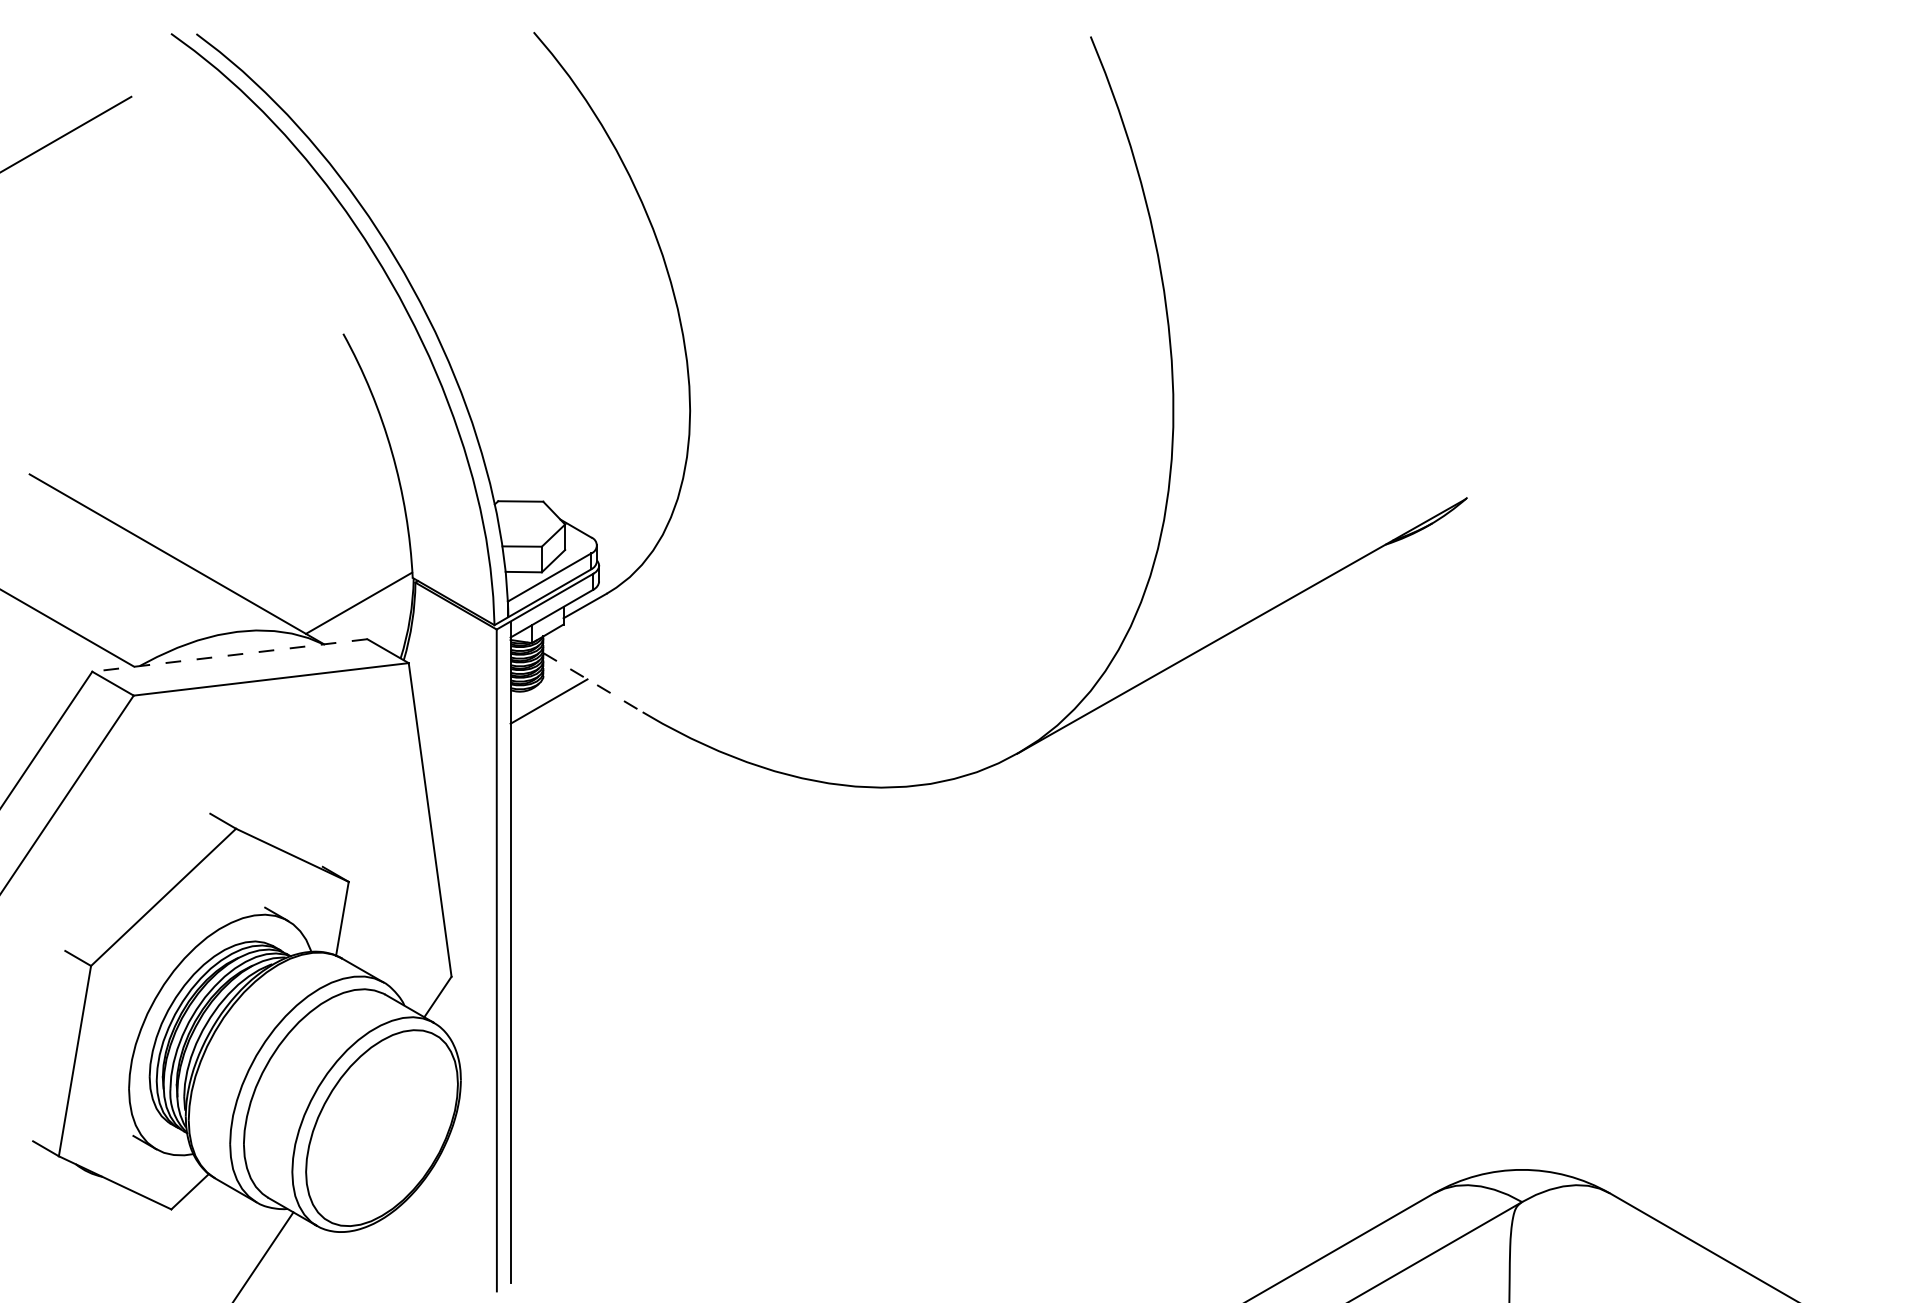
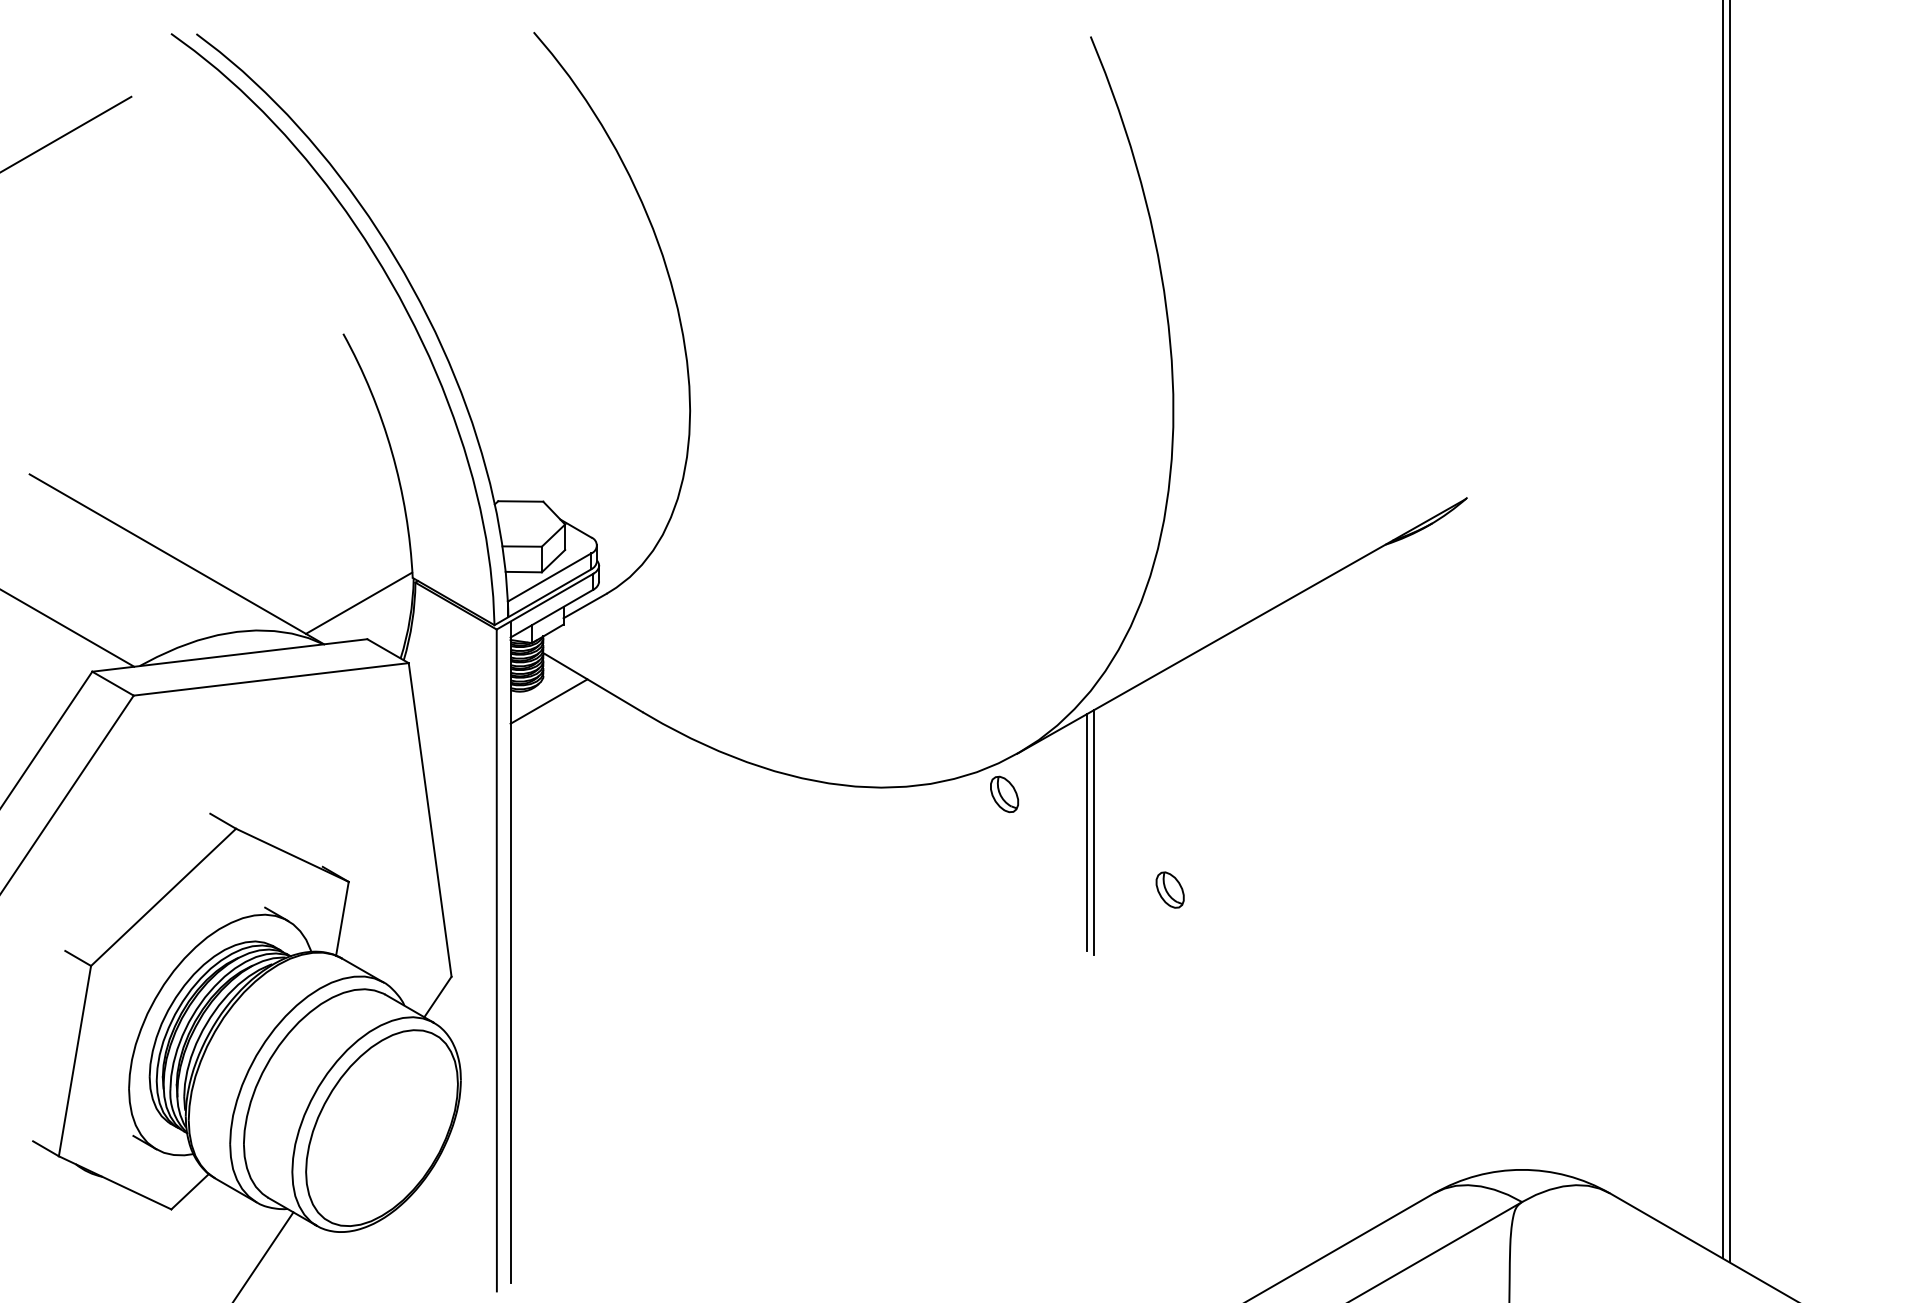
line at (1722, 630): none -> present
line at (1729, 632): none -> present
line at (229, 655): dashed -> solid
line at (593, 682): dashed -> solid
part at (1004, 794): none -> present
line at (1087, 831): none -> present
line at (1094, 832): none -> present
part at (1169, 889): none -> present
